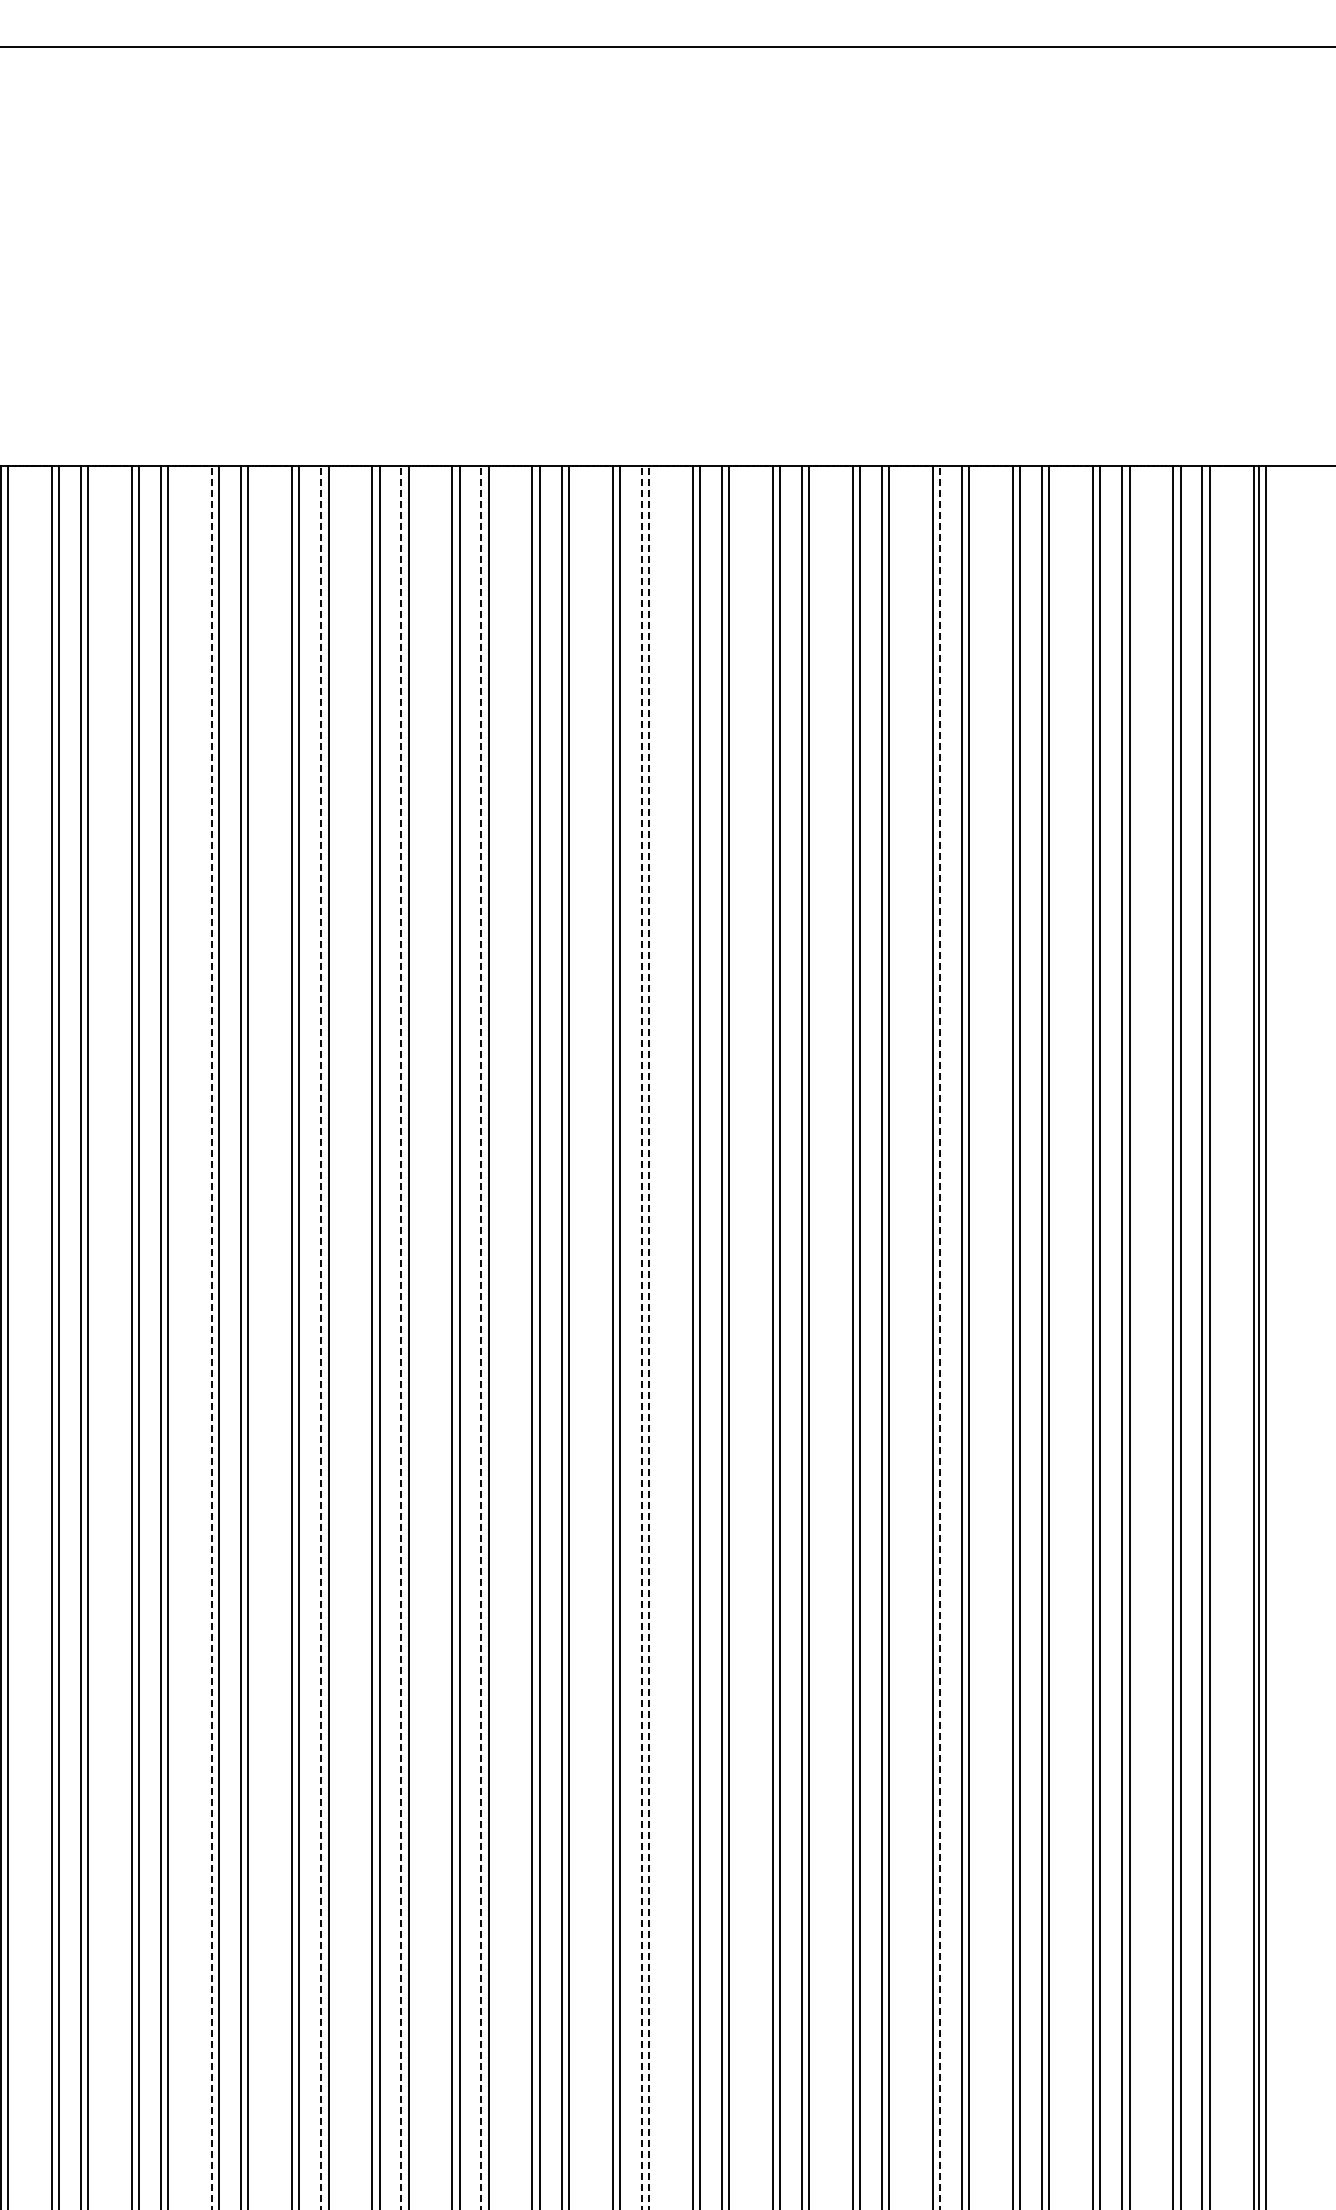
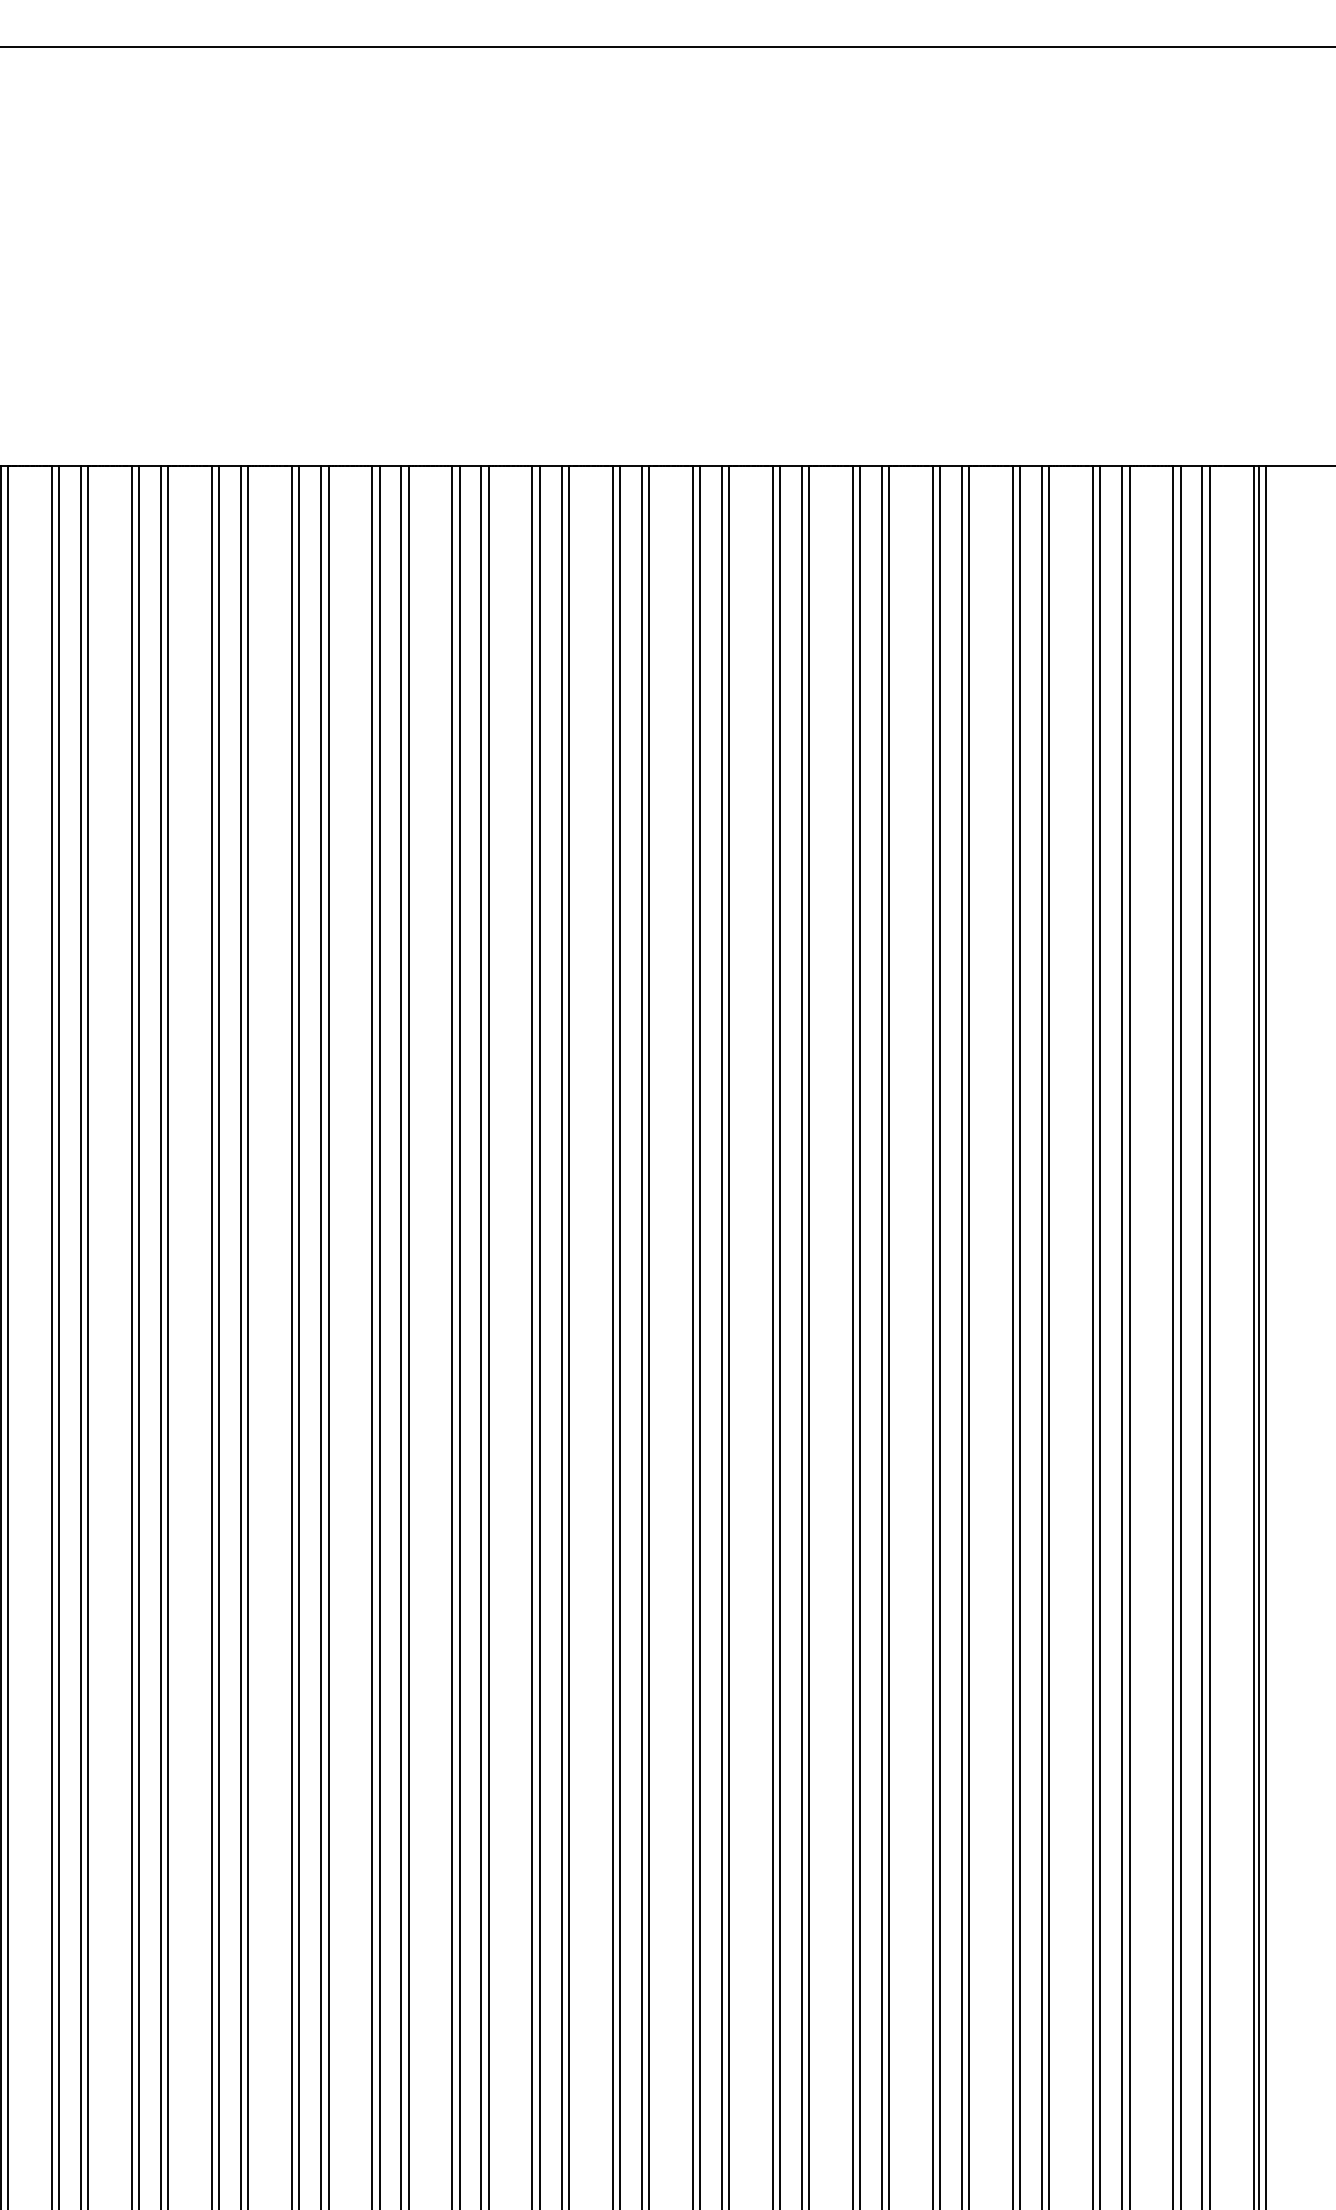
line at (212, 1337): dashed -> solid
line at (321, 1337): dashed -> solid
line at (401, 1337): dashed -> solid
line at (481, 1337): dashed -> solid
line at (641, 1337): dashed -> solid
line at (648, 1337): dashed -> solid
line at (940, 1337): dashed -> solid
